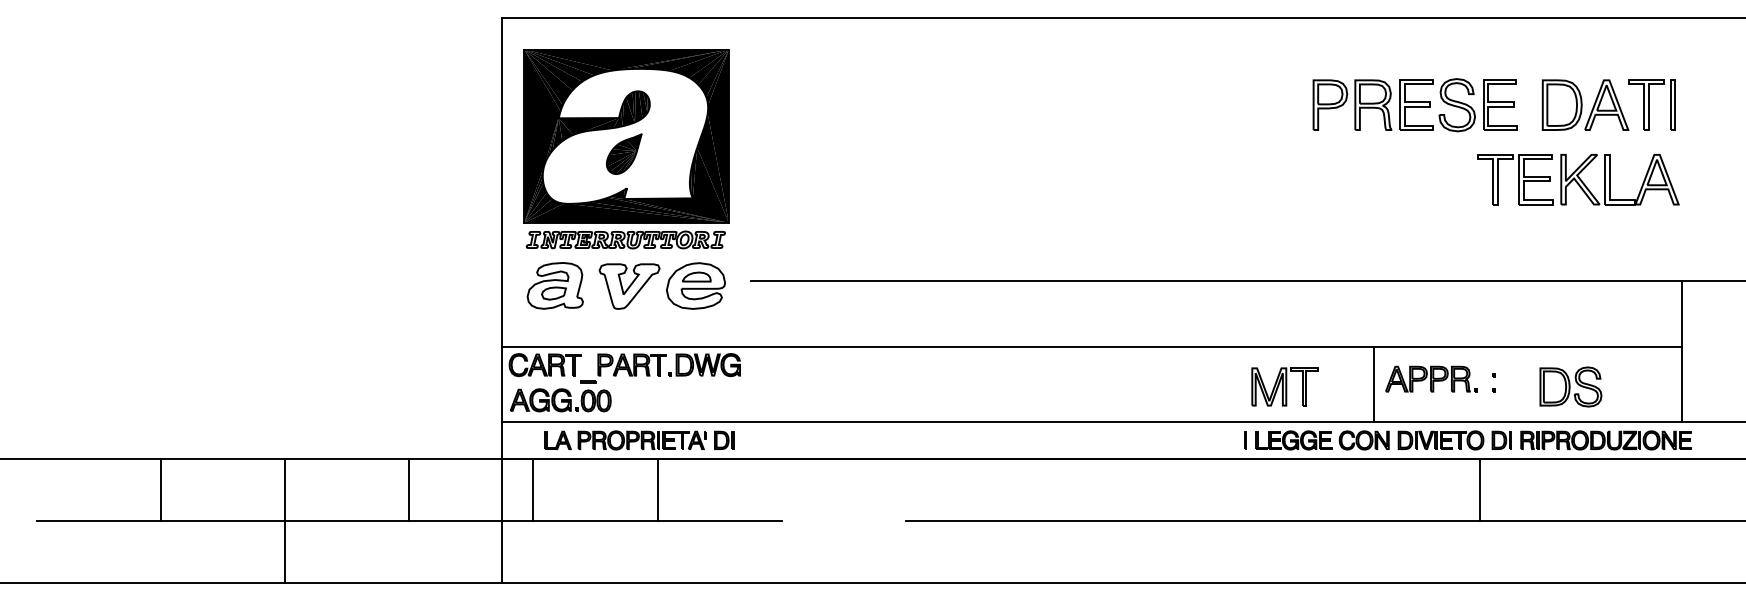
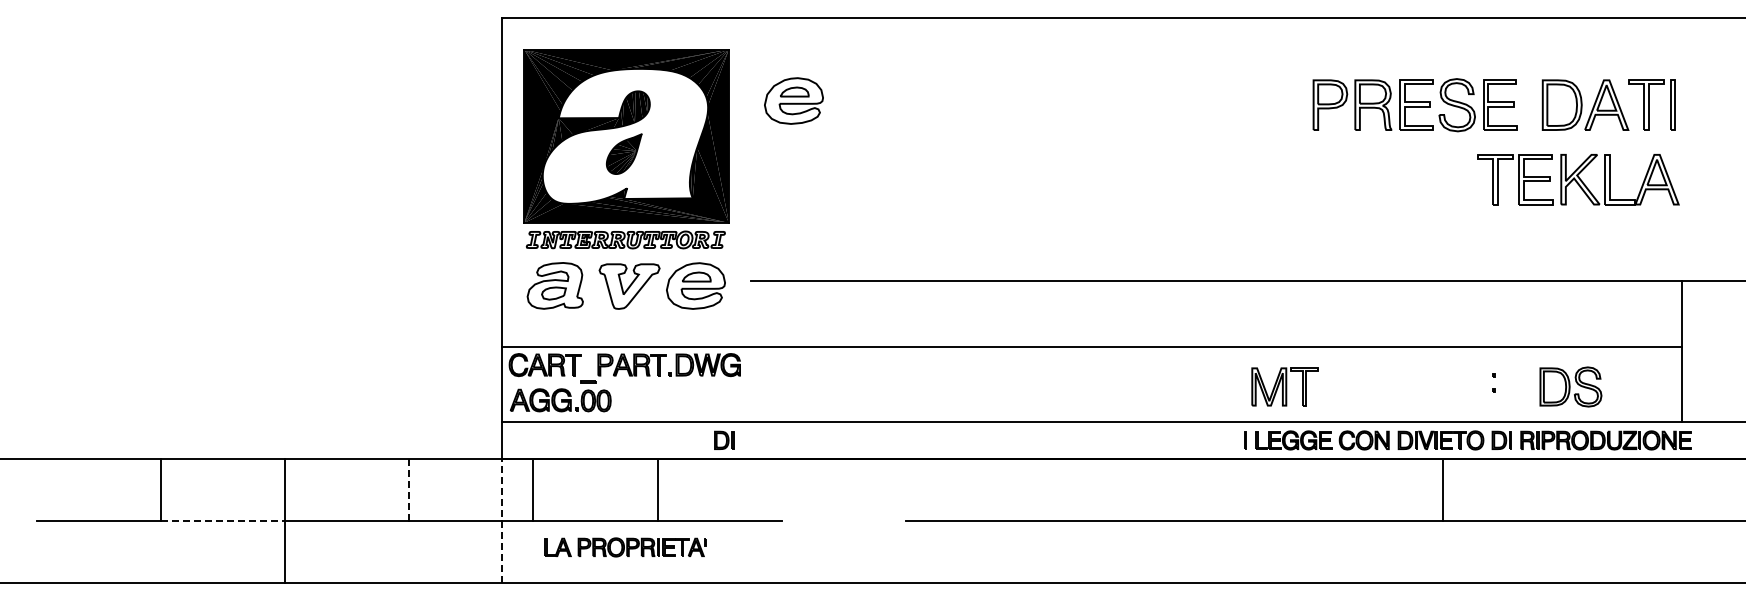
part at (793, 100): none -> present
part at (1431, 378): present -> none
line at (1373, 384): present -> none
part at (625, 440) position: (625, 440) -> (625, 547)
line at (409, 489): solid -> dashed
line at (1480, 489) position: (1480, 489) -> (1443, 489)
line at (223, 520): solid -> dashed
line at (502, 520): solid -> dashed
